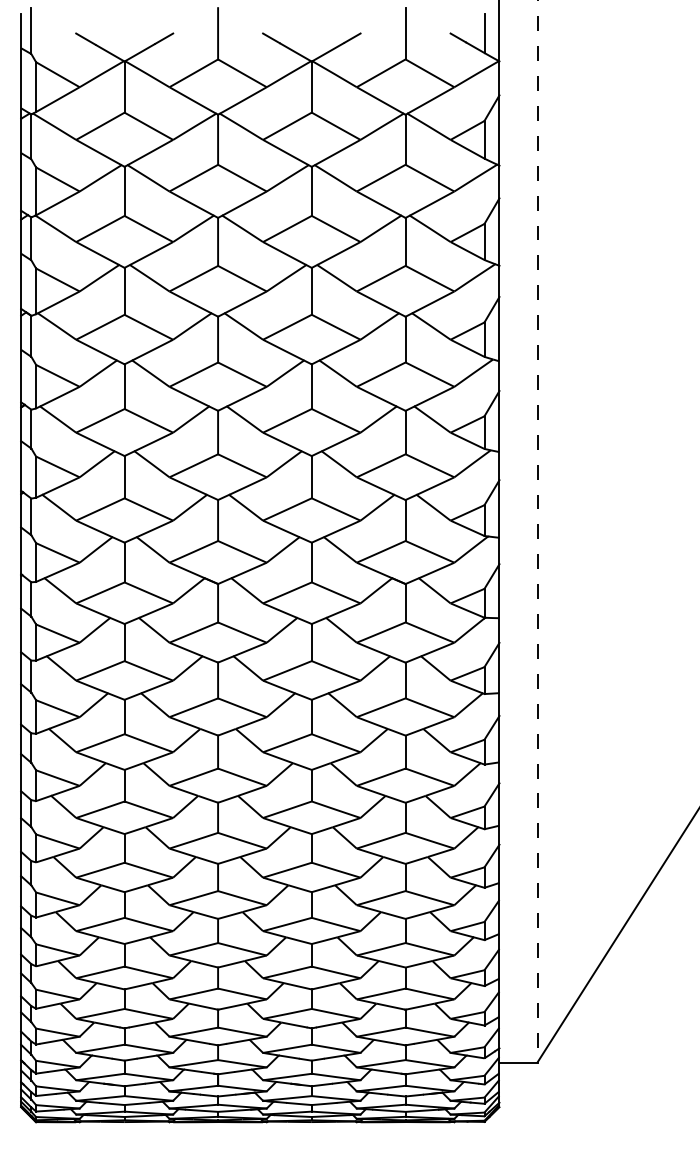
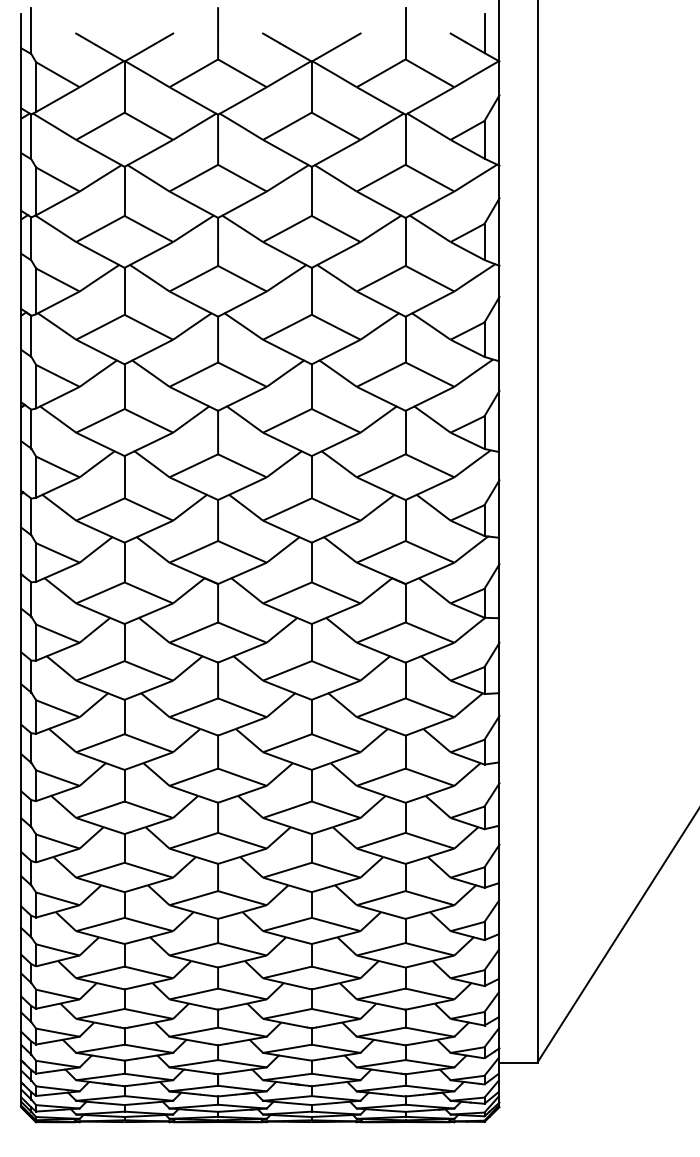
line at (537, 531): dashed -> solid
